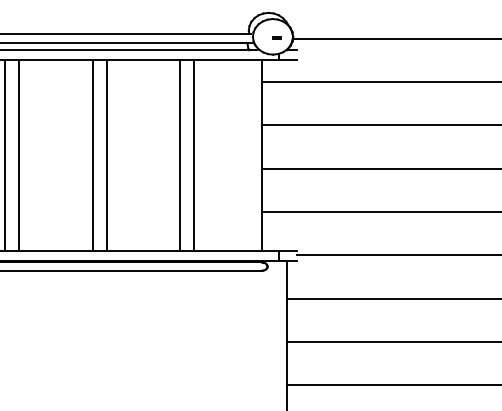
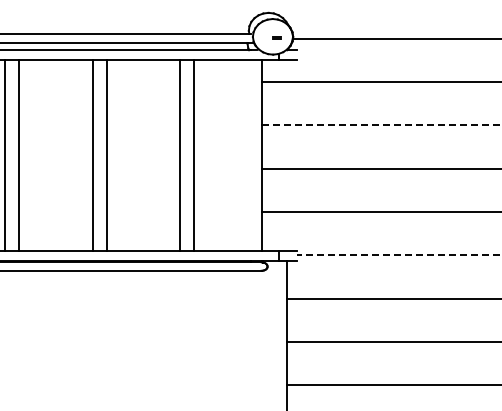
line at (382, 125): solid -> dashed
line at (398, 255): solid -> dashed
